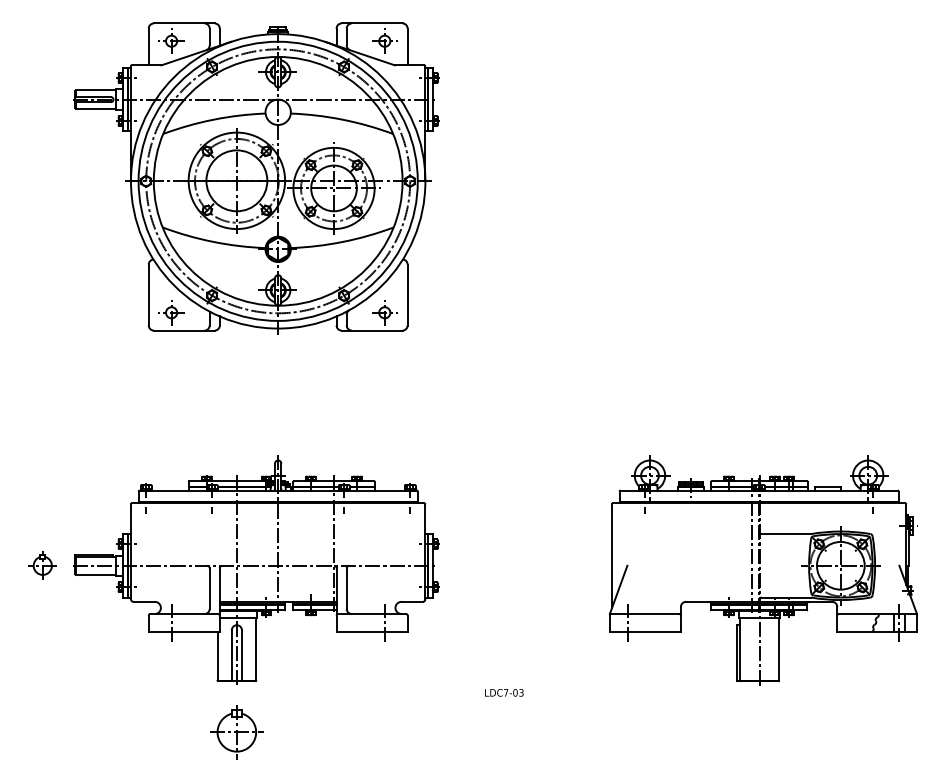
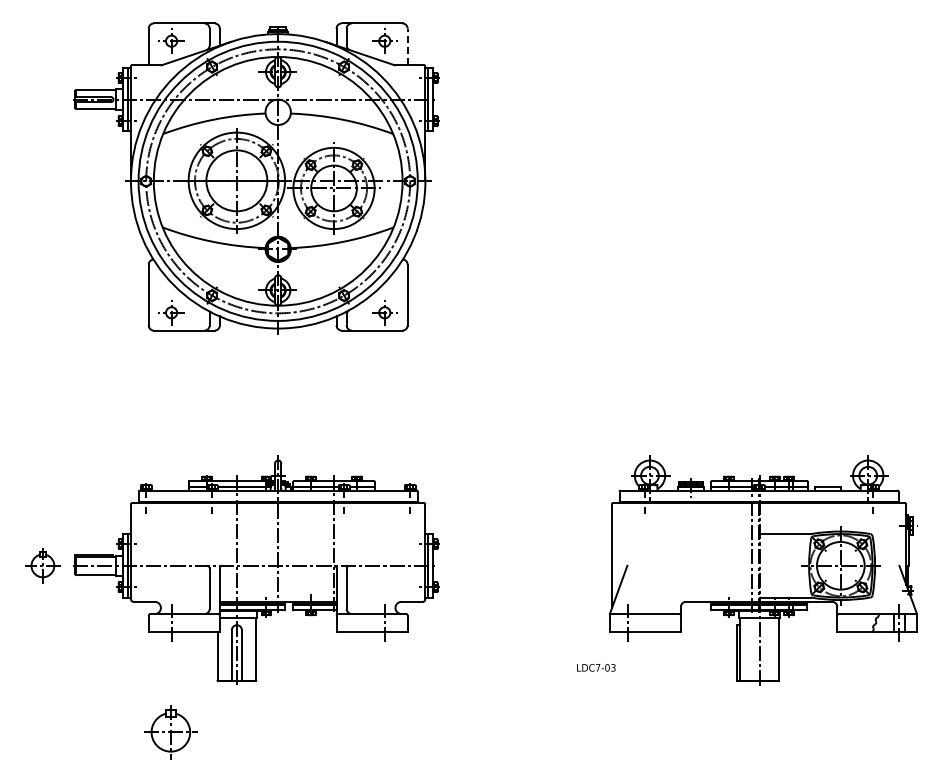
line at (407, 46): solid -> dashed
part at (42, 565) size: 29x29 px -> 36x36 px
text at (504, 692) position: (504, 692) -> (596, 667)
part at (236, 732) position: (236, 732) -> (170, 732)
